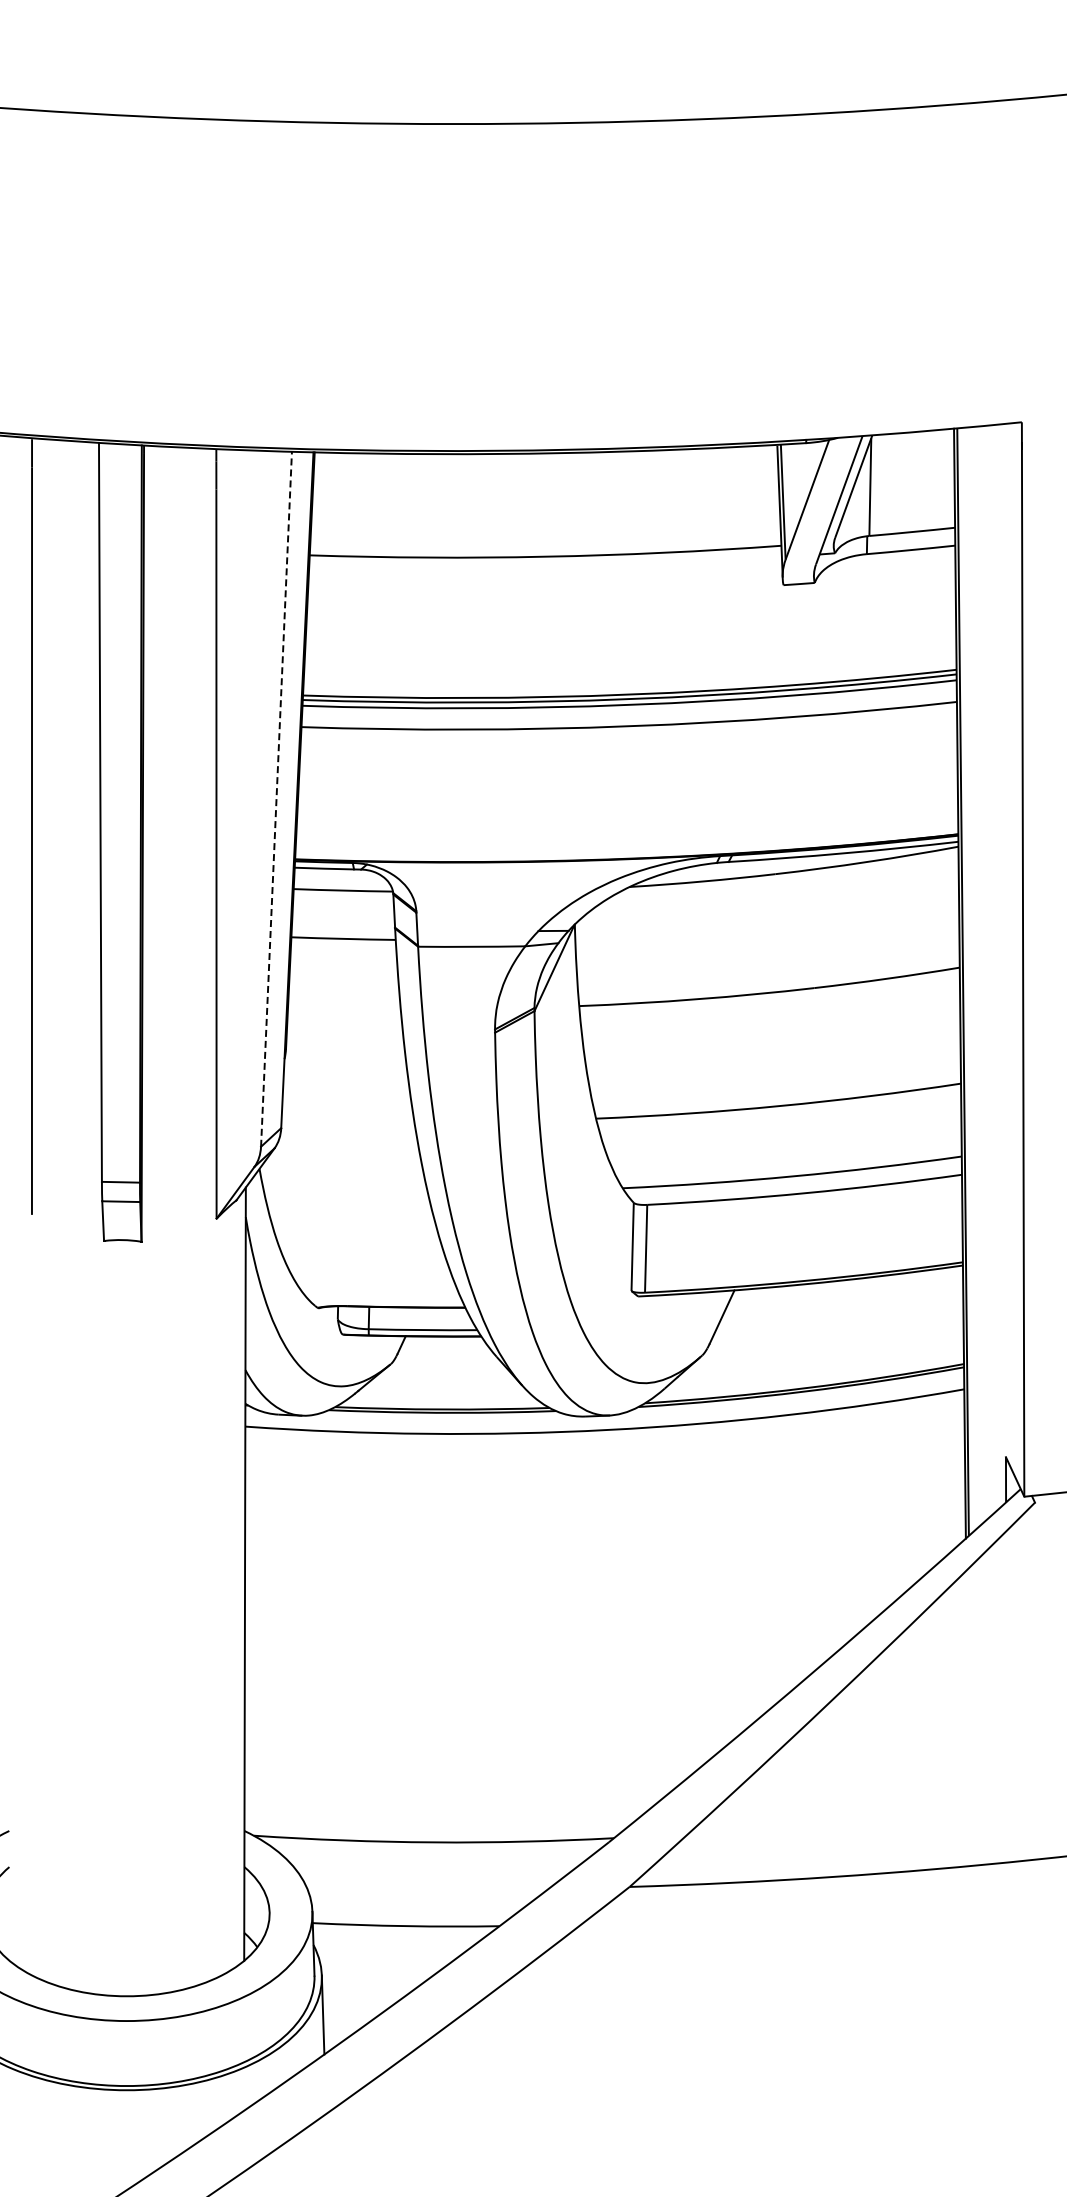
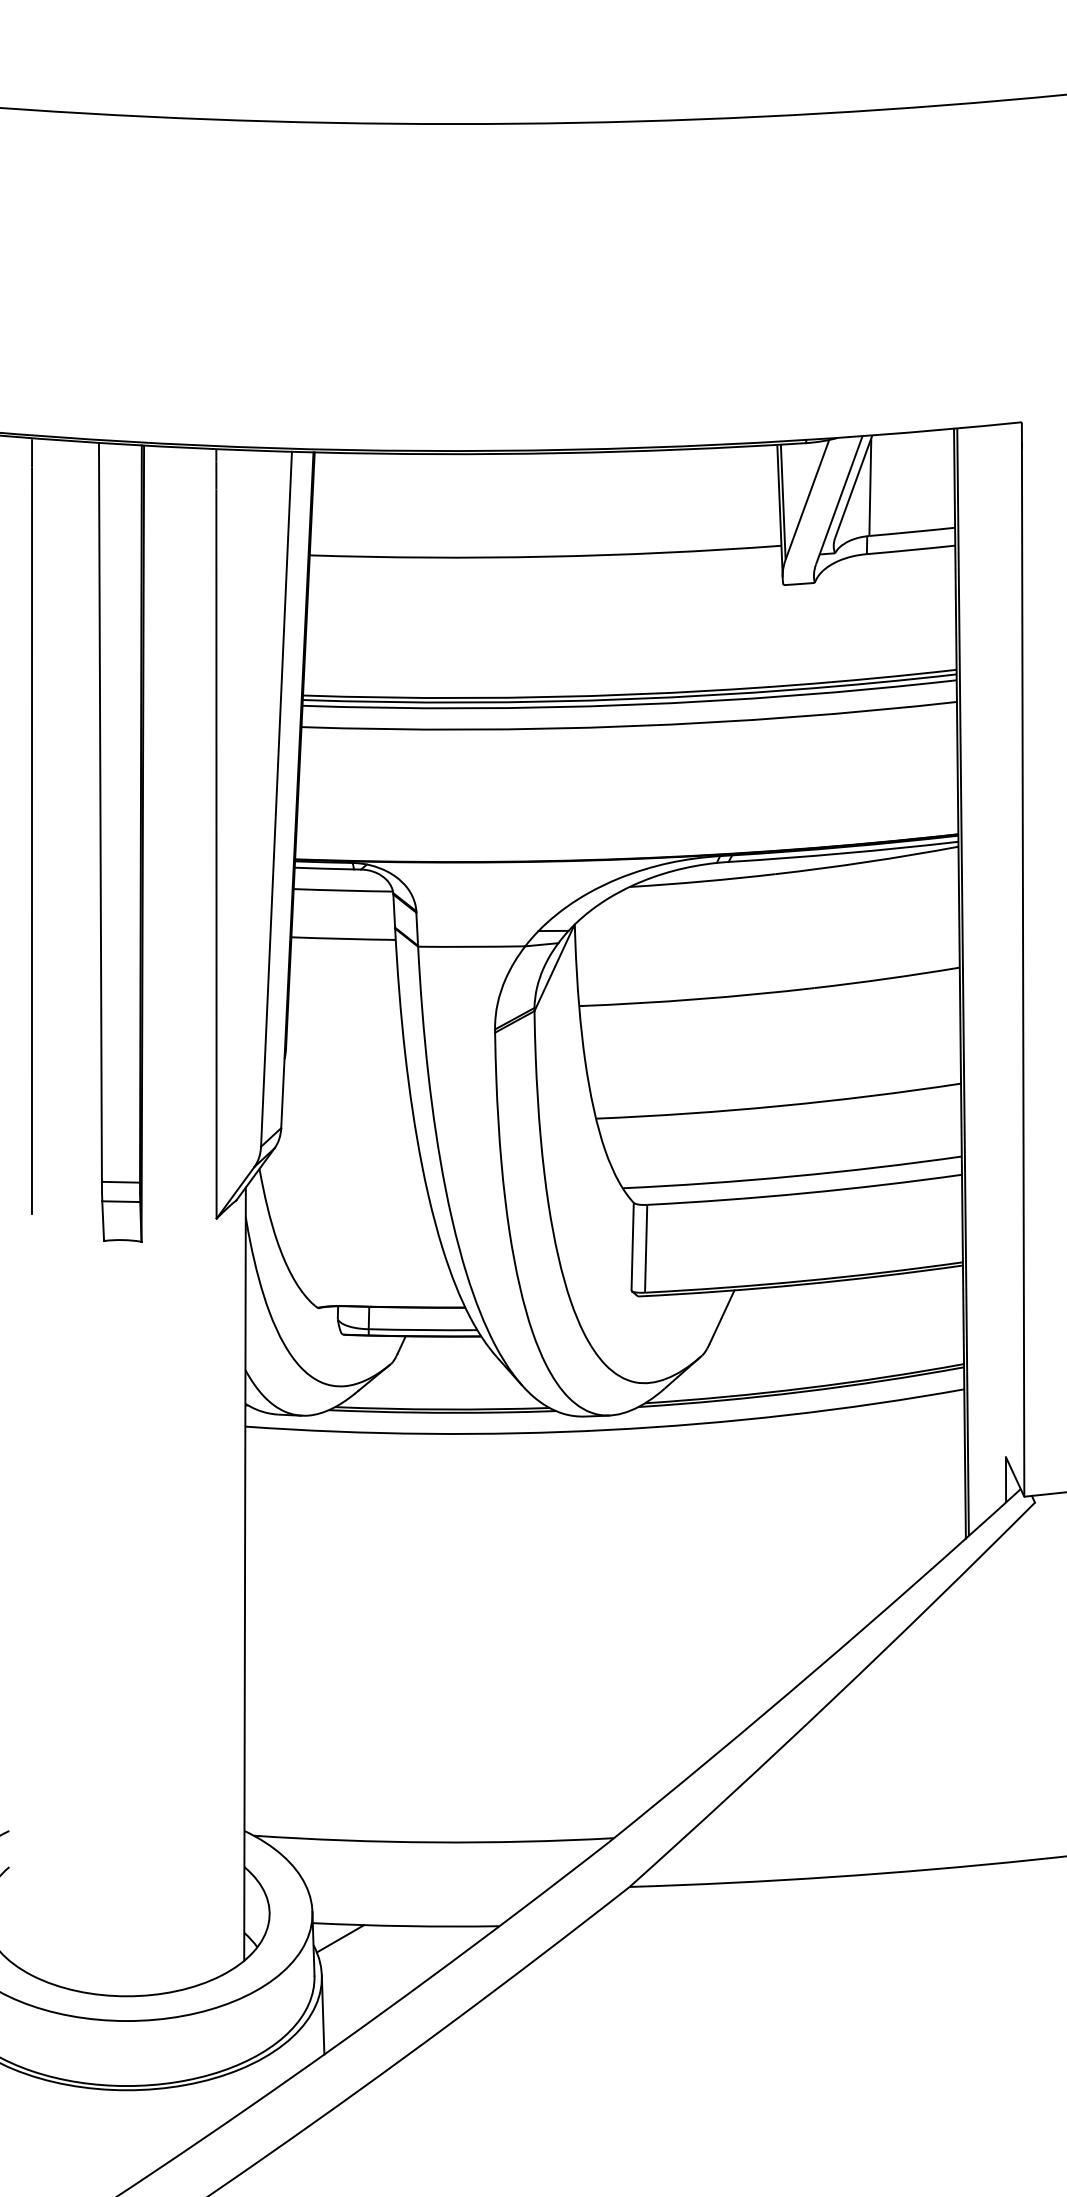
line at (276, 799): dashed -> solid
line at (340, 1938): none -> present
